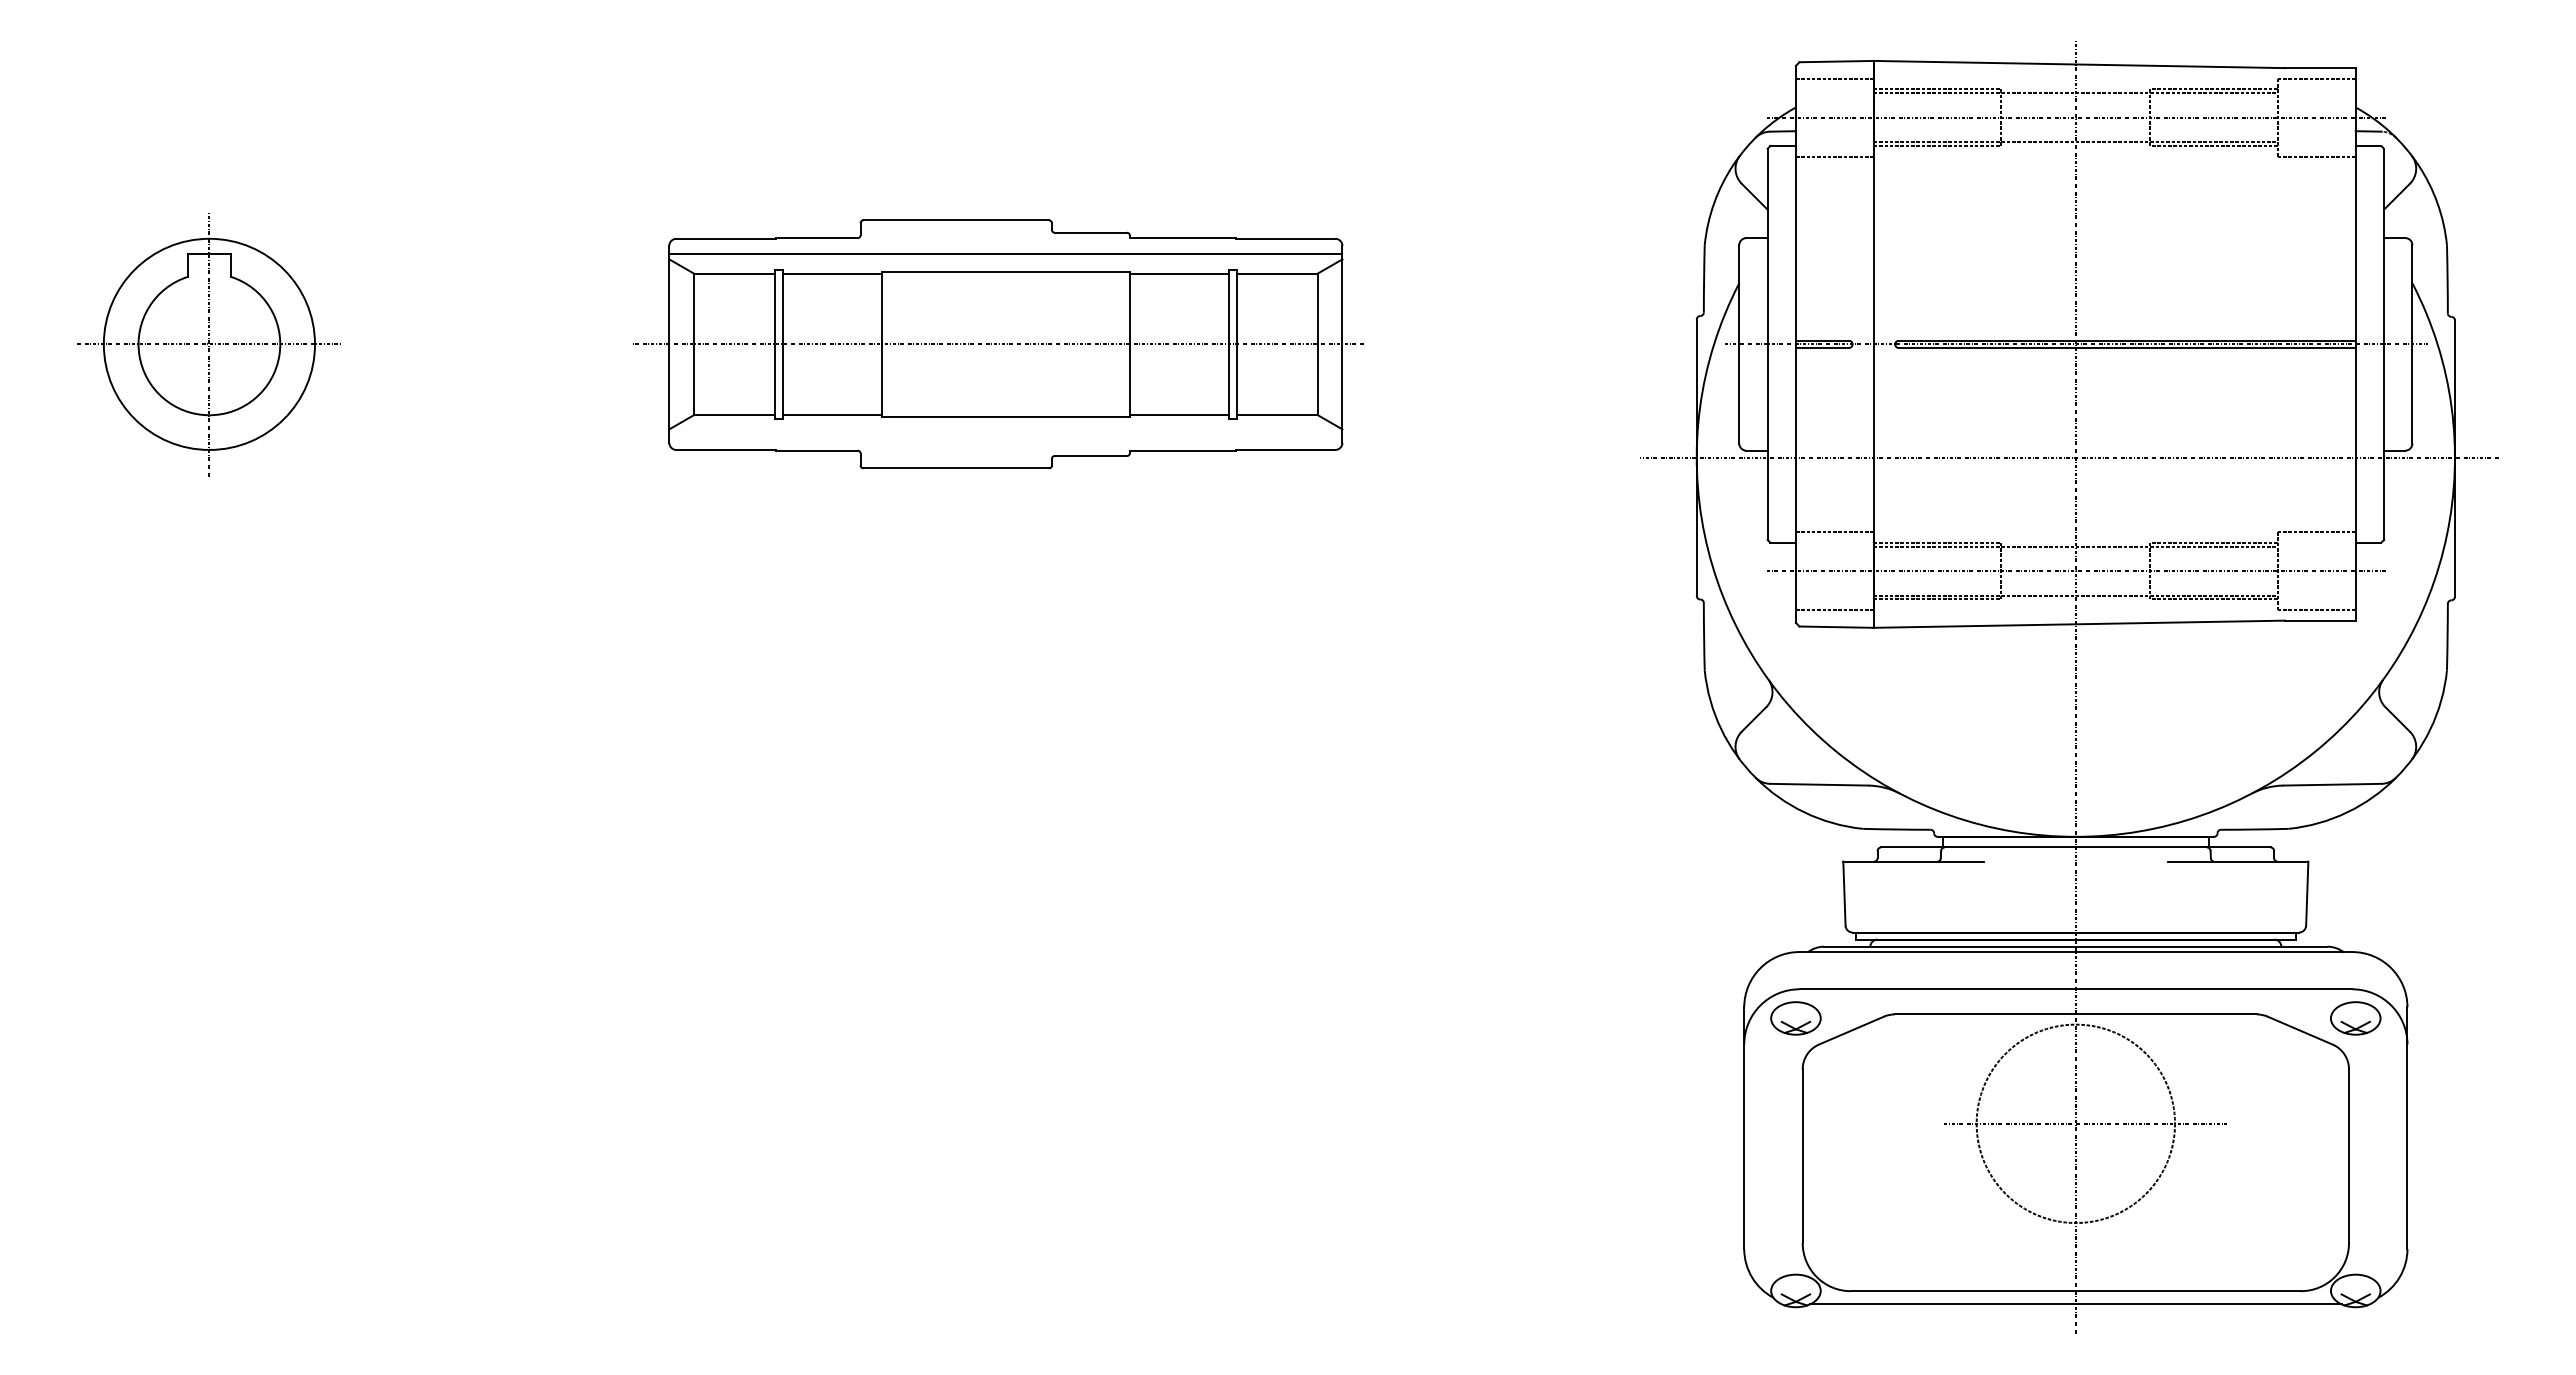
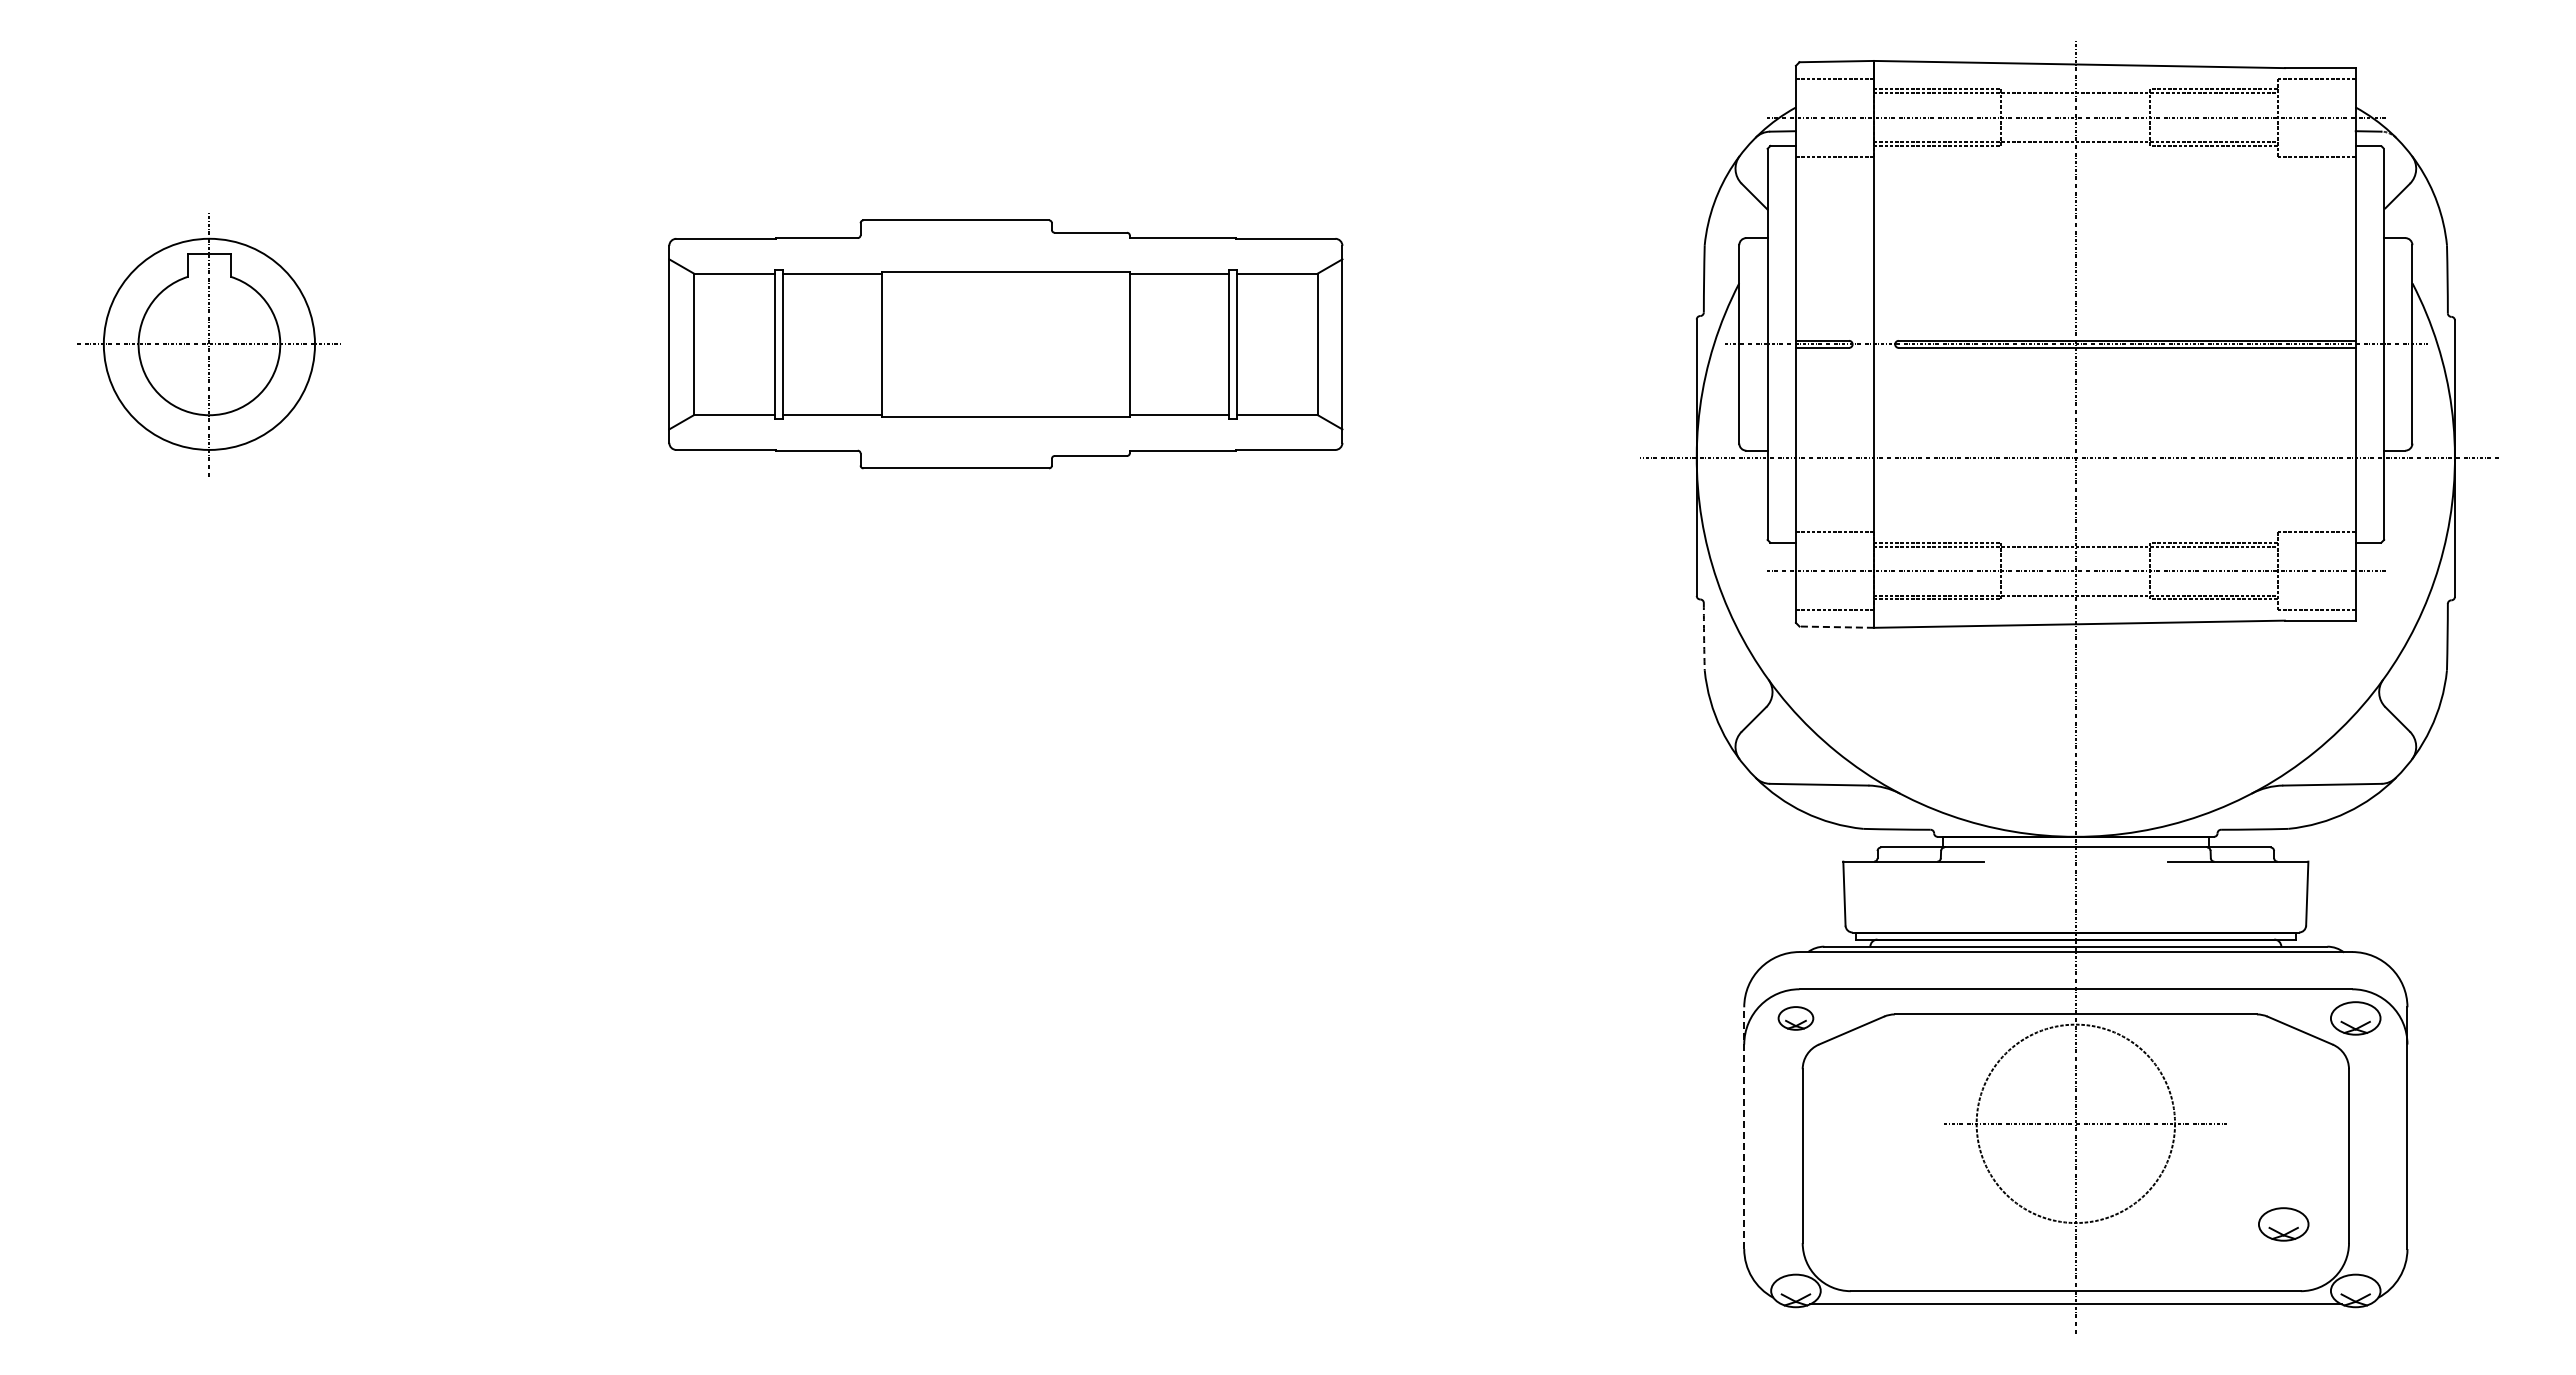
line at (1005, 253): present -> none
line at (998, 344): present -> none
line at (1836, 627): solid -> dashed
arc at (1704, 636): solid -> dashed
part at (1795, 1018) size: 52x35 px -> 38x25 px
line at (1744, 1128): solid -> dashed
part at (2283, 1224): none -> present
